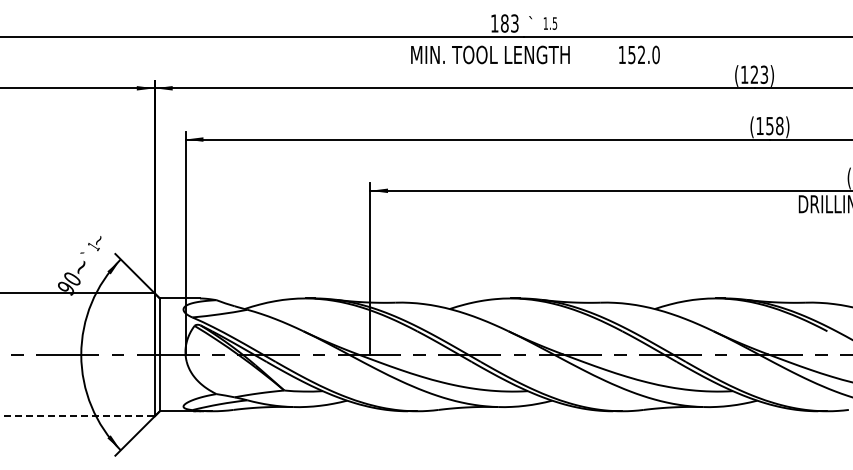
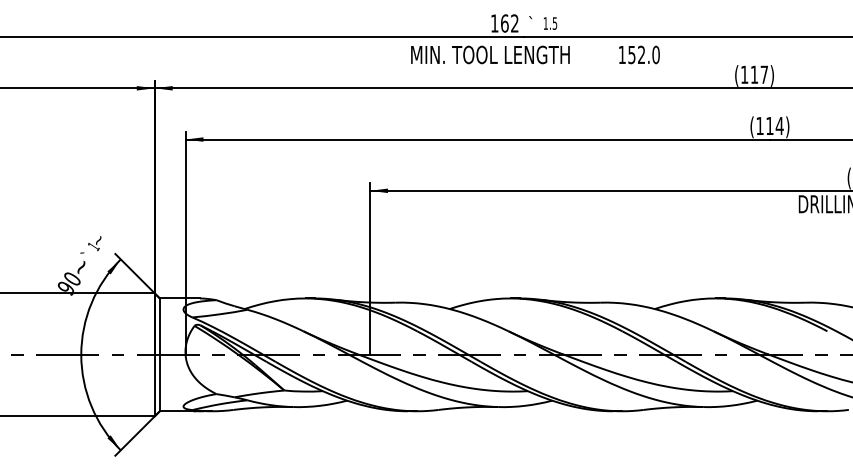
text at (509, 23): 183 -> 162
text at (759, 74): (123) -> (117)
text at (774, 125): (158) -> (114)
line at (77, 416): dashed -> solid
